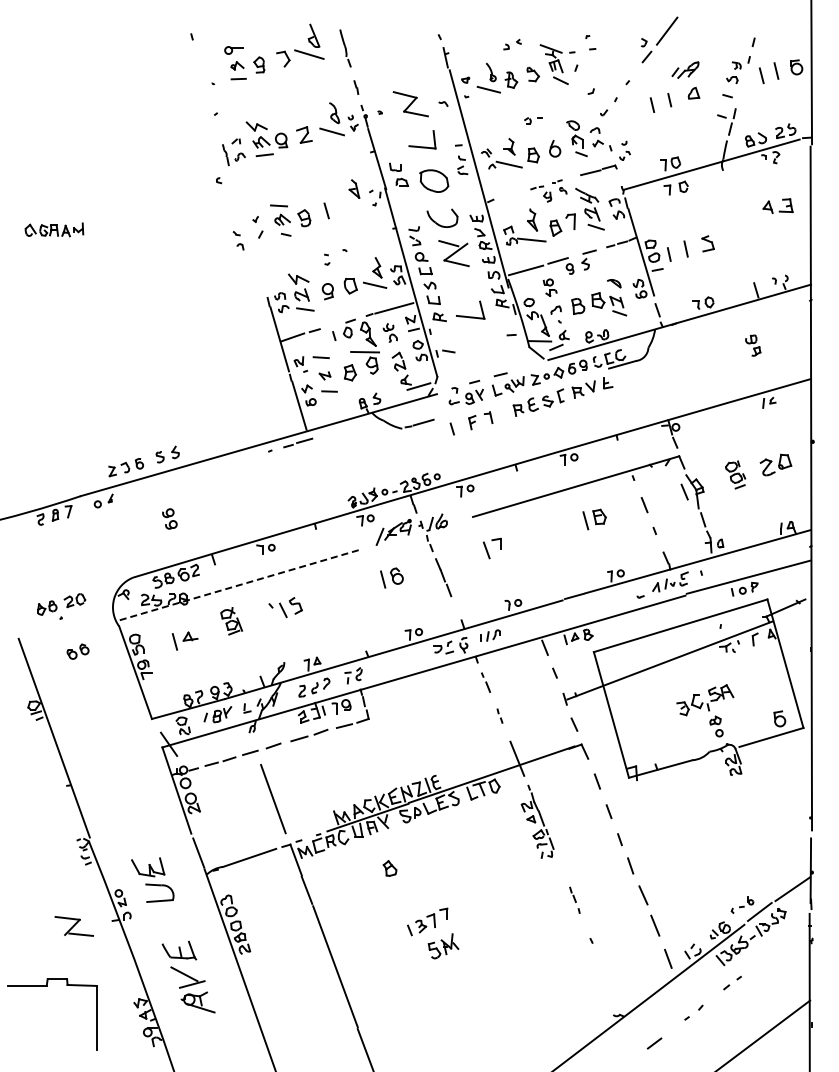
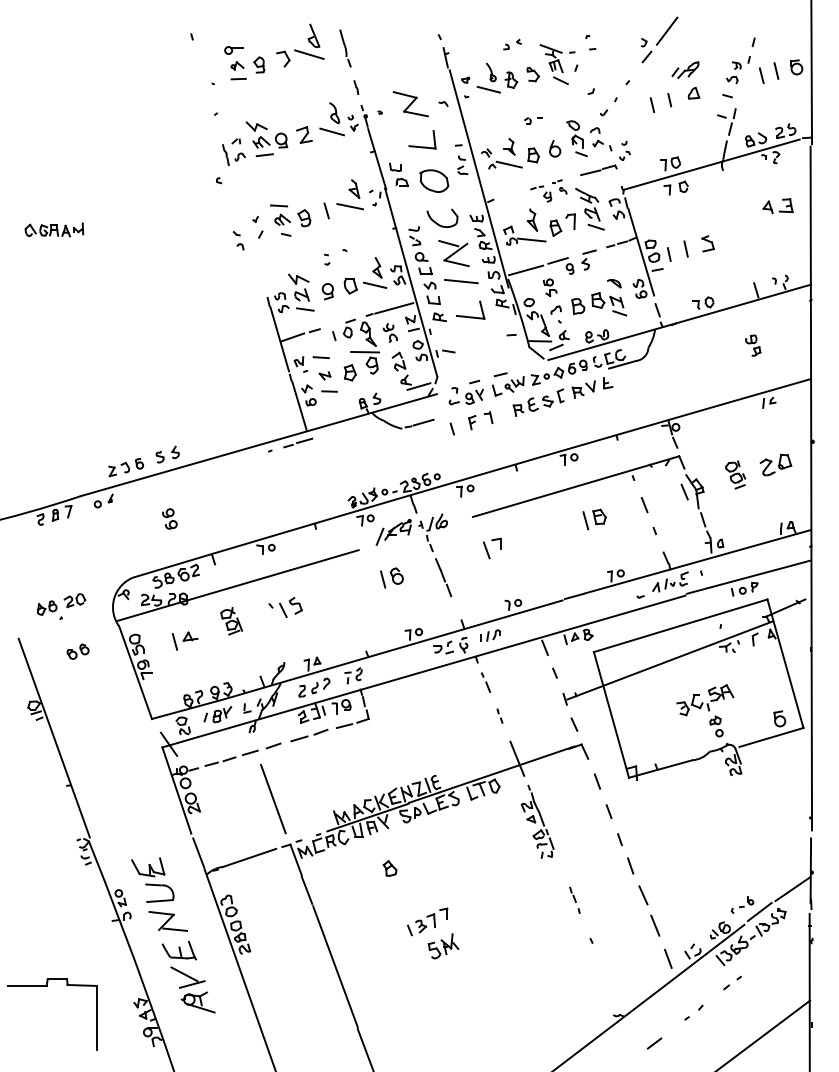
line at (349, 206): none -> present
line at (461, 281): none -> present
line at (238, 585): dashed -> solid
part at (73, 926) position: (73, 926) -> (167, 921)
